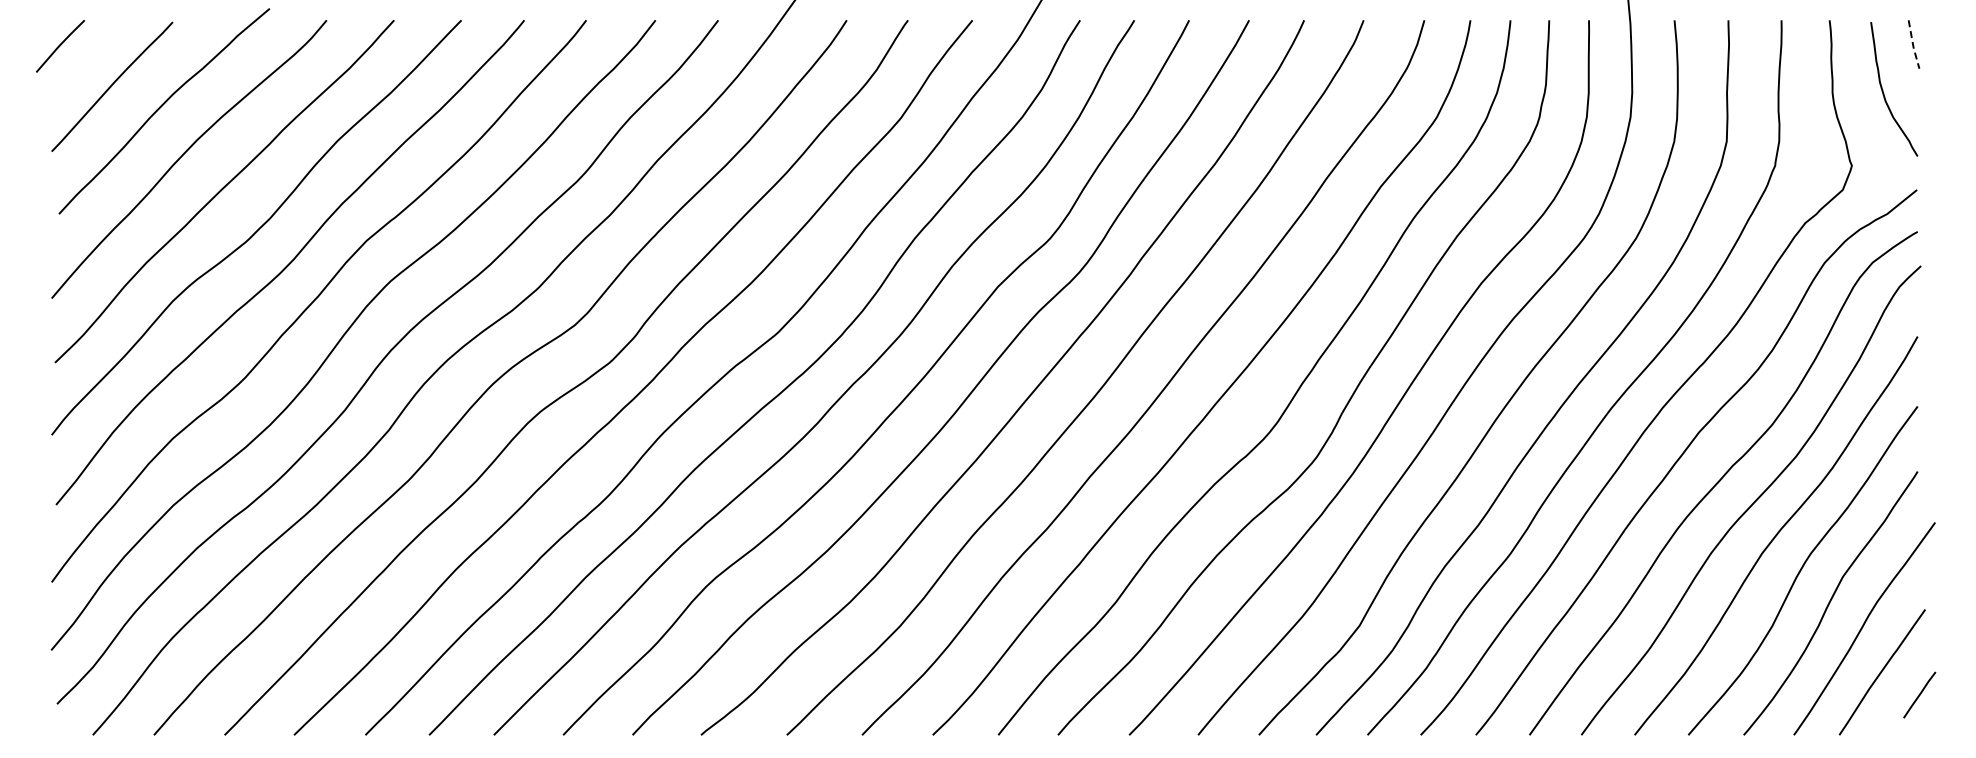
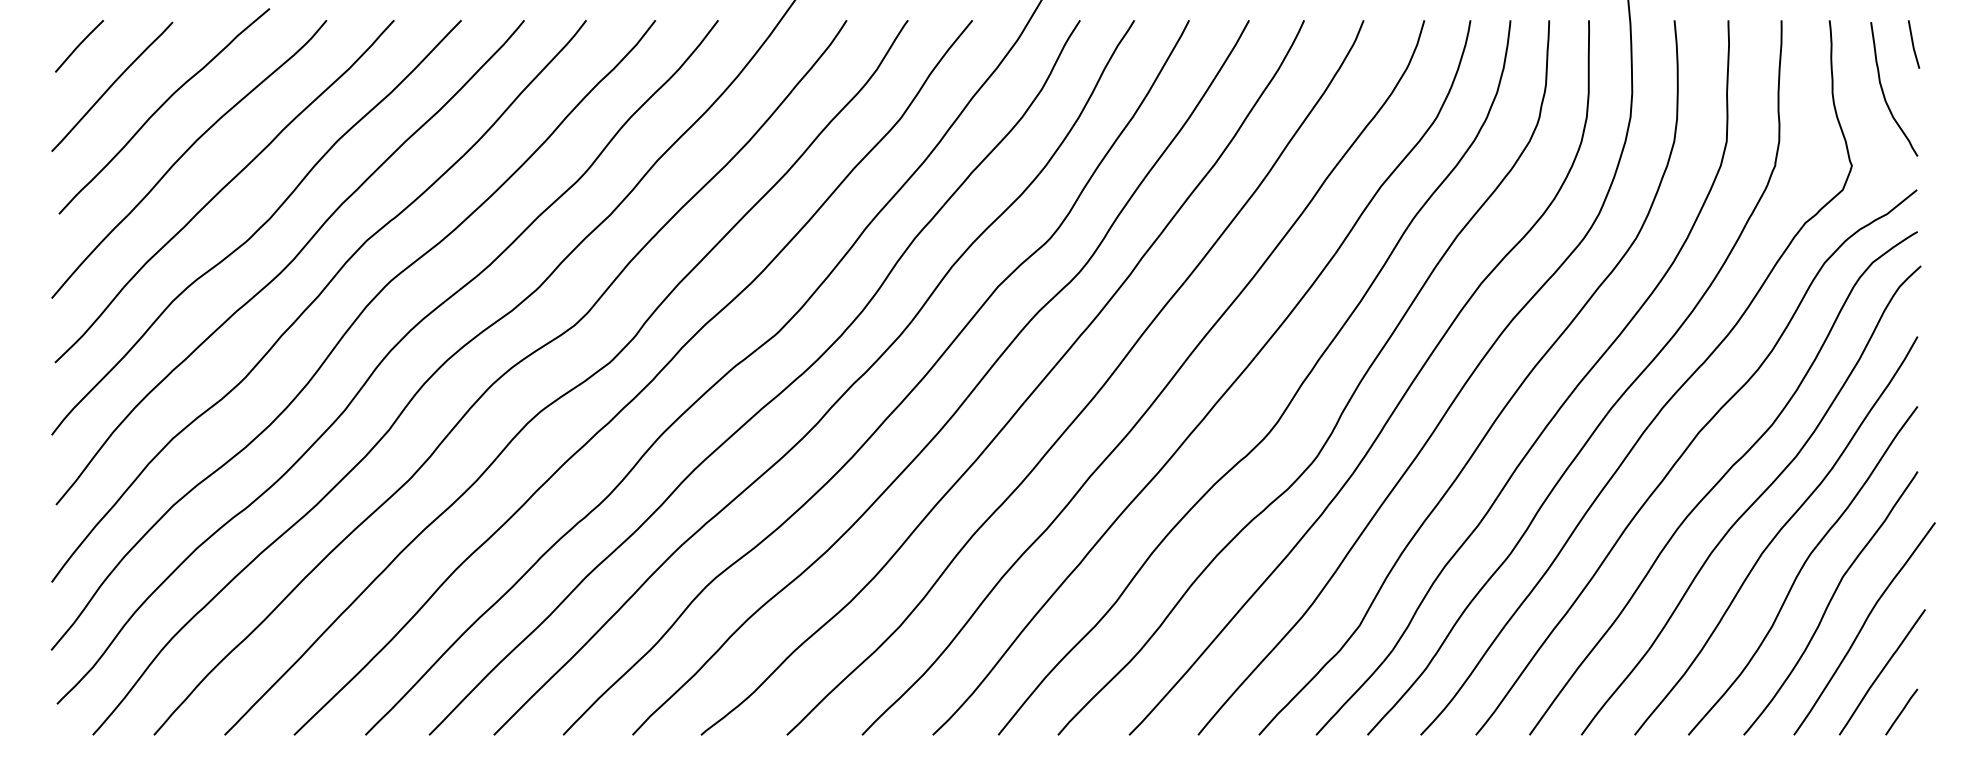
line at (1913, 45): dashed -> solid
line at (59, 46) position: (59, 46) -> (78, 46)
line at (1919, 694) position: (1919, 694) -> (1901, 711)
